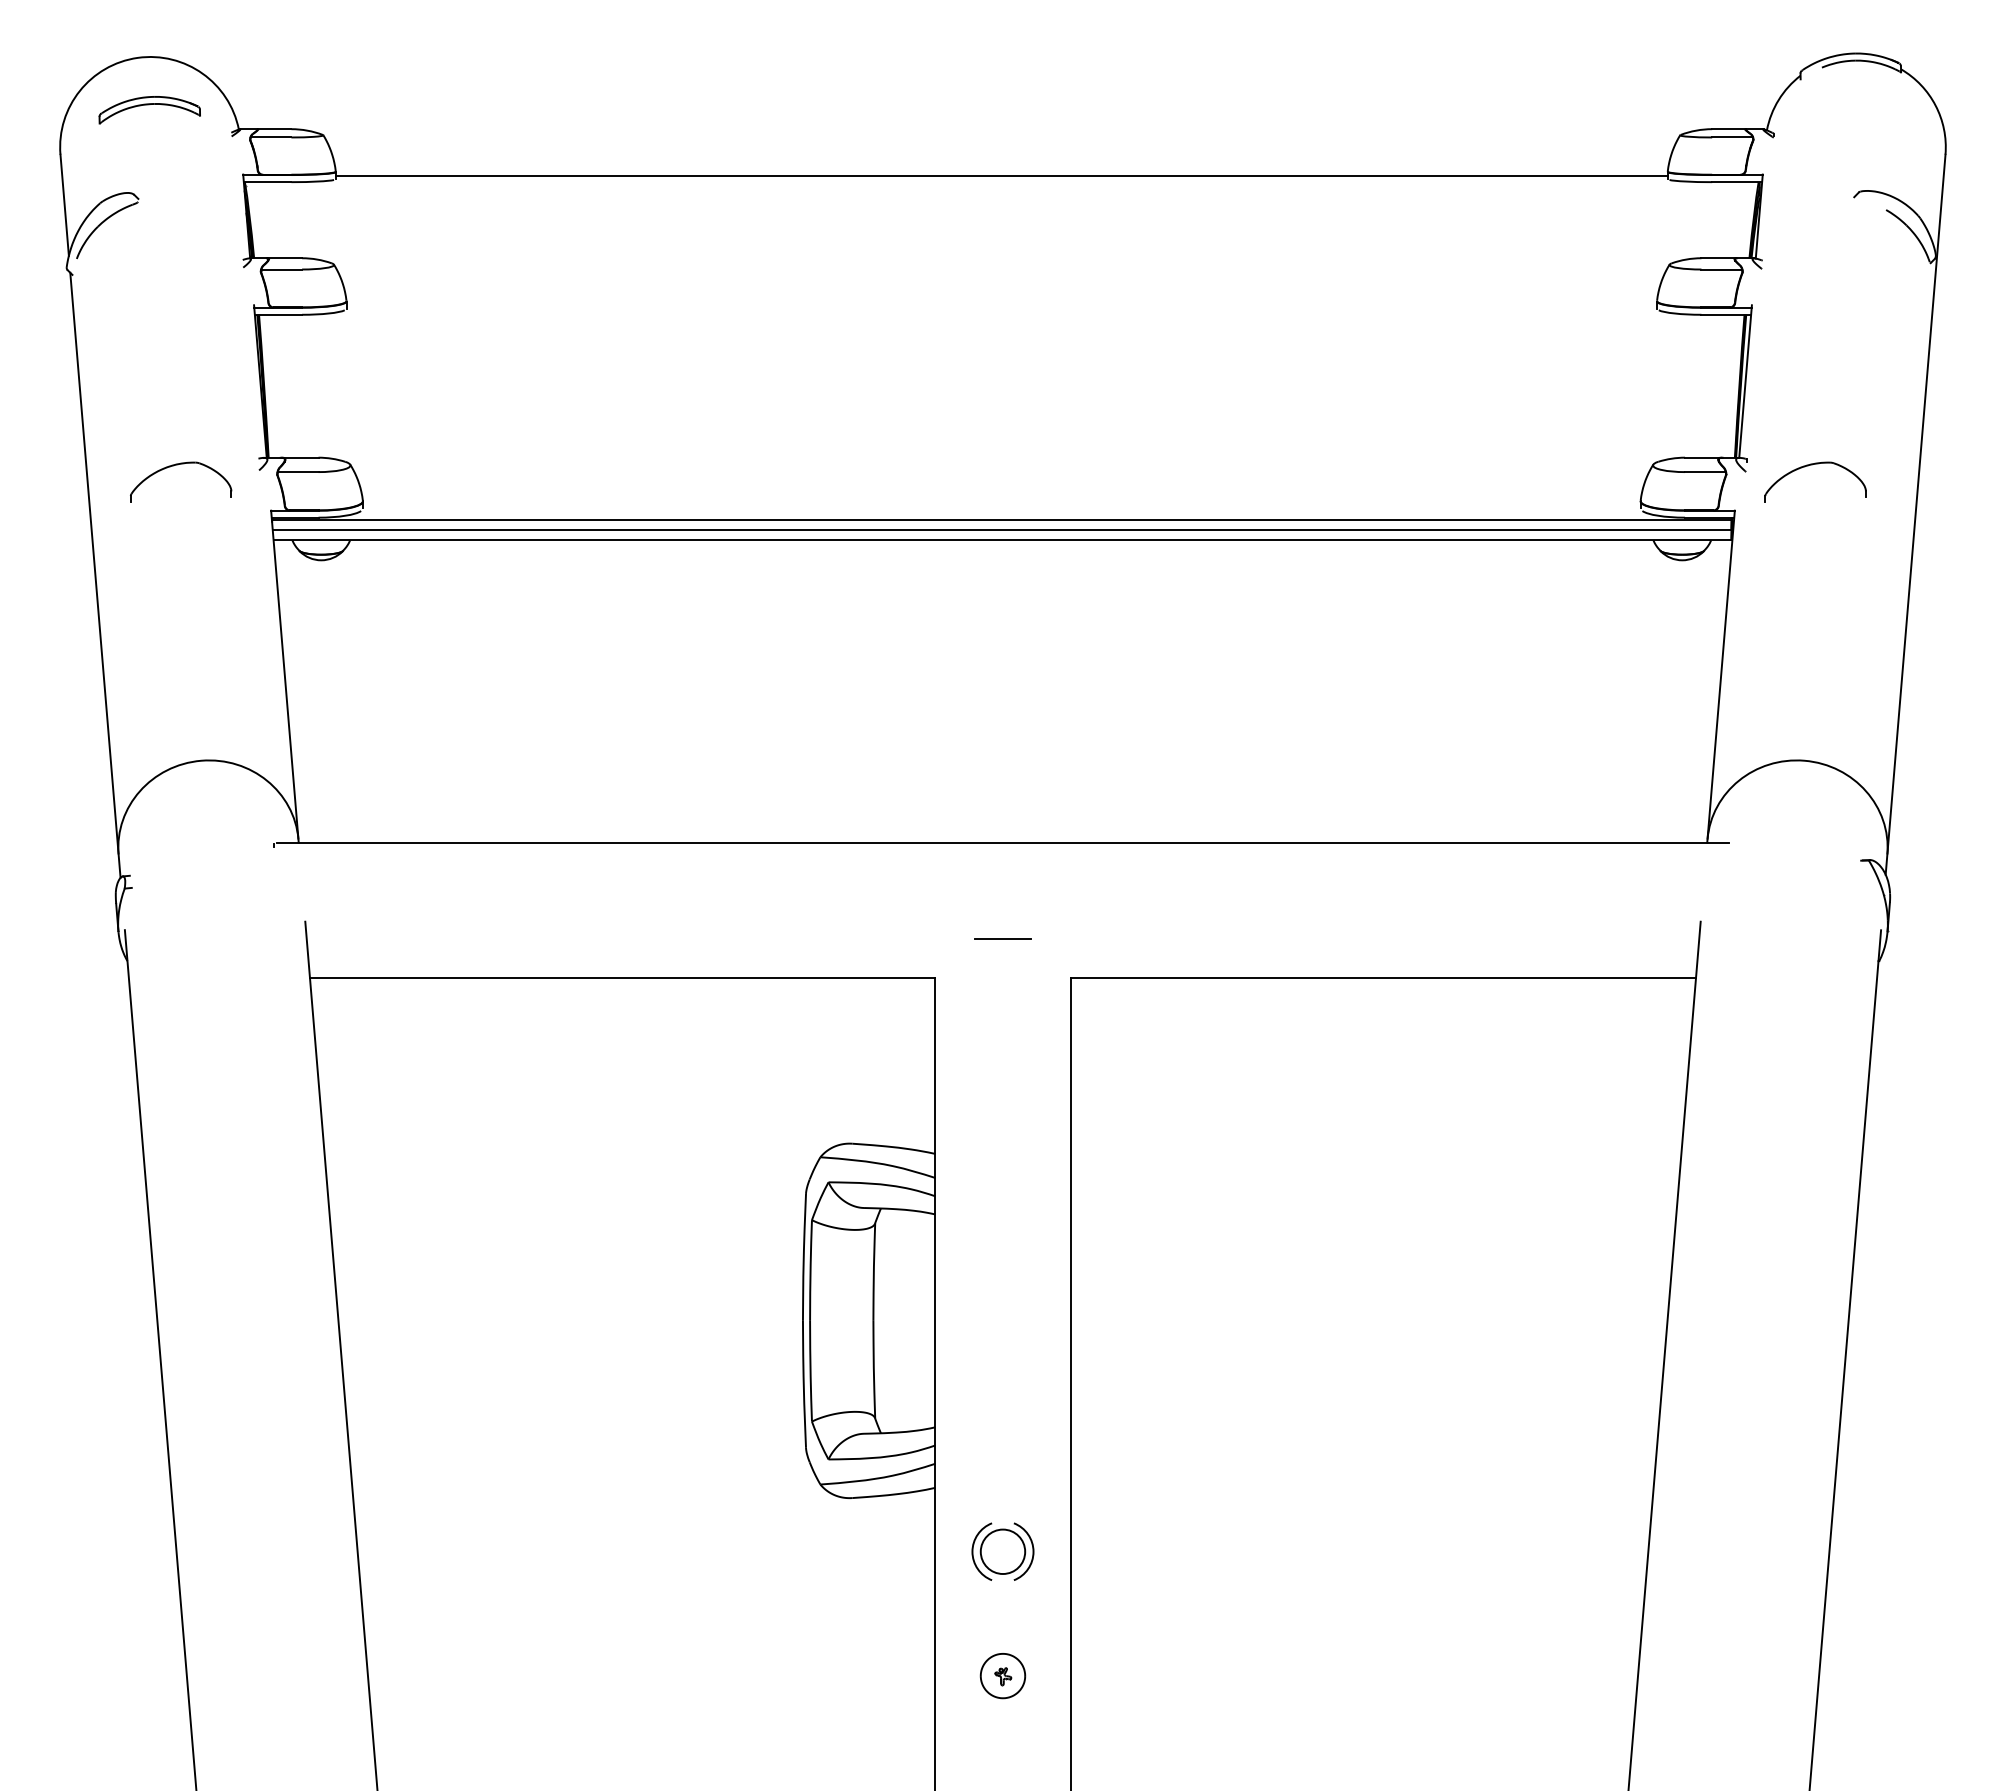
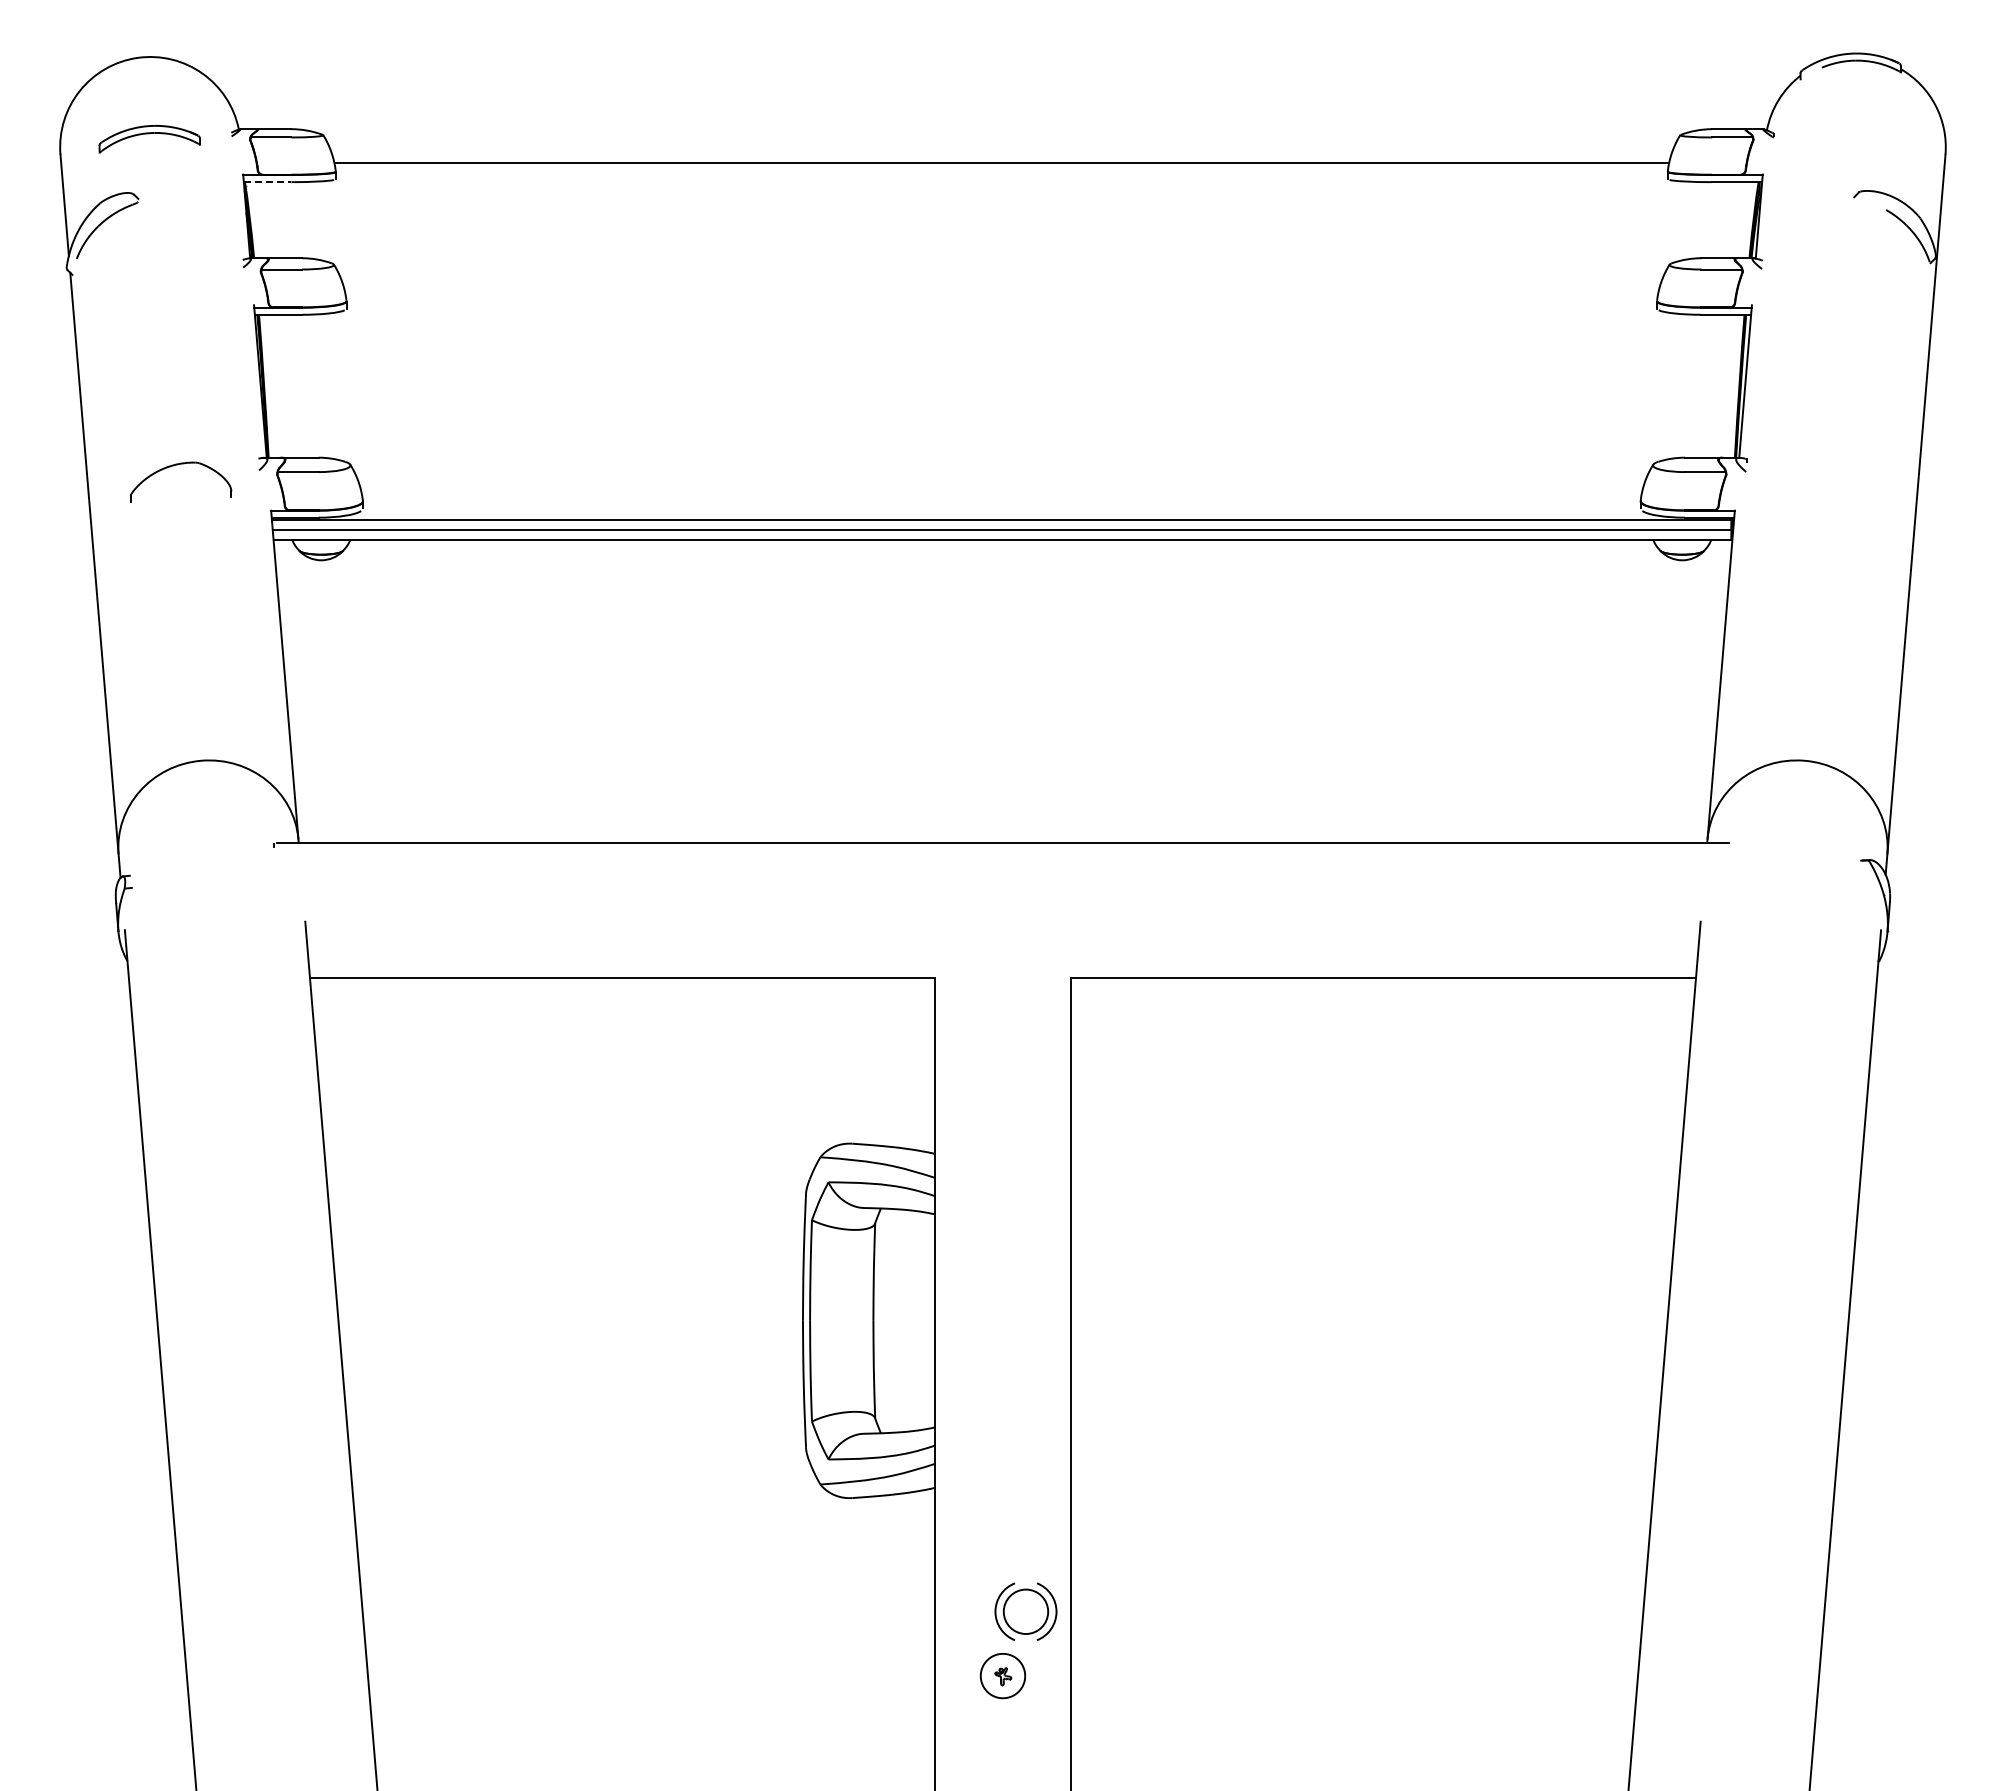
part at (149, 110) position: (149, 110) -> (149, 139)
line at (1001, 175) position: (1001, 175) -> (1001, 162)
line at (267, 182): solid -> dashed
part at (1812, 465): present -> none
line at (1002, 938): present -> none
part at (1002, 1551) position: (1002, 1551) -> (1025, 1611)
